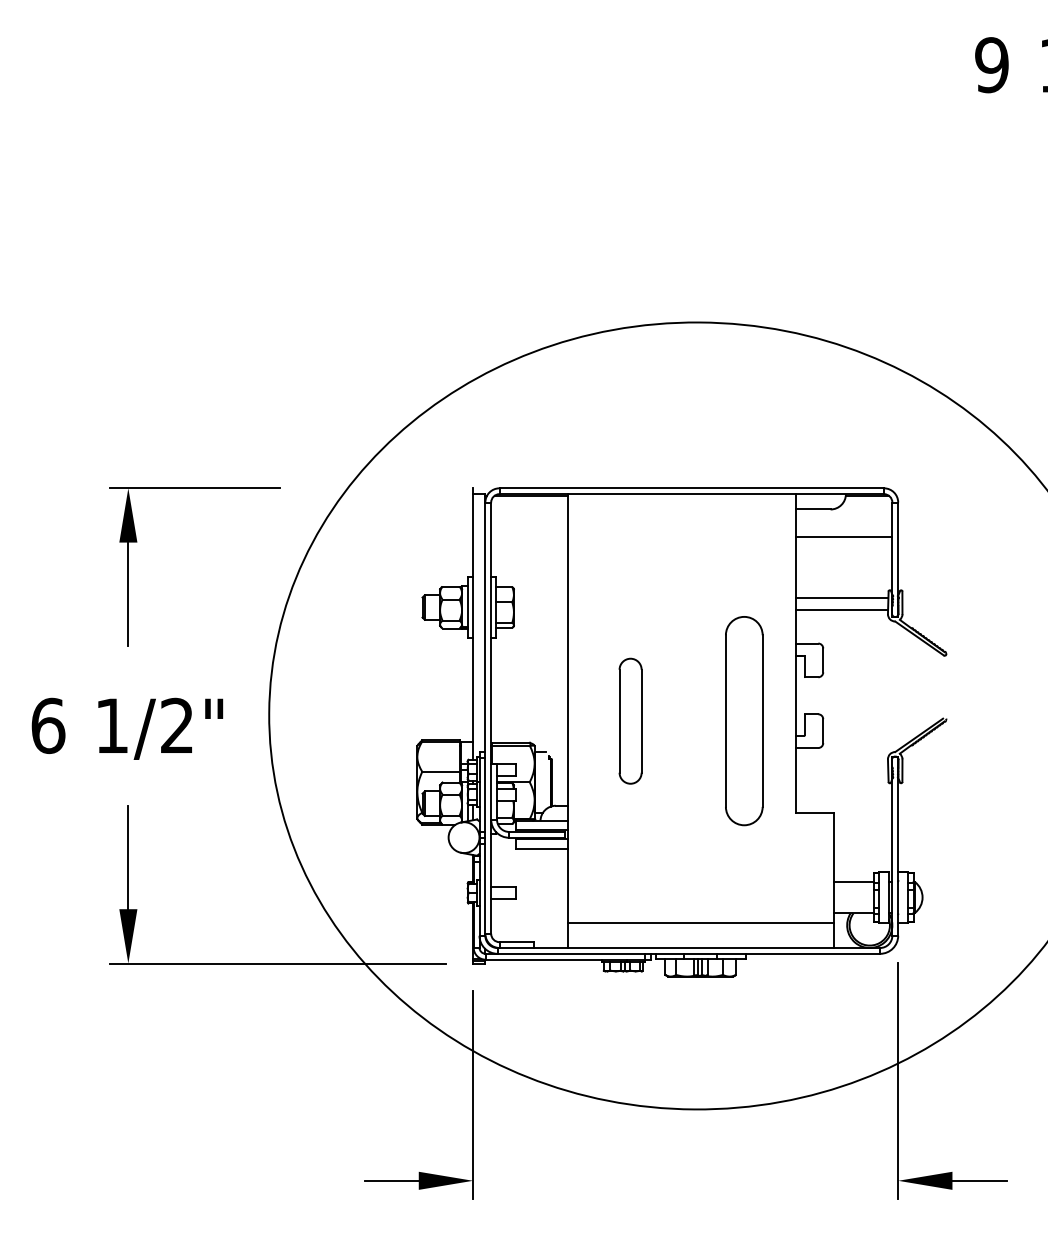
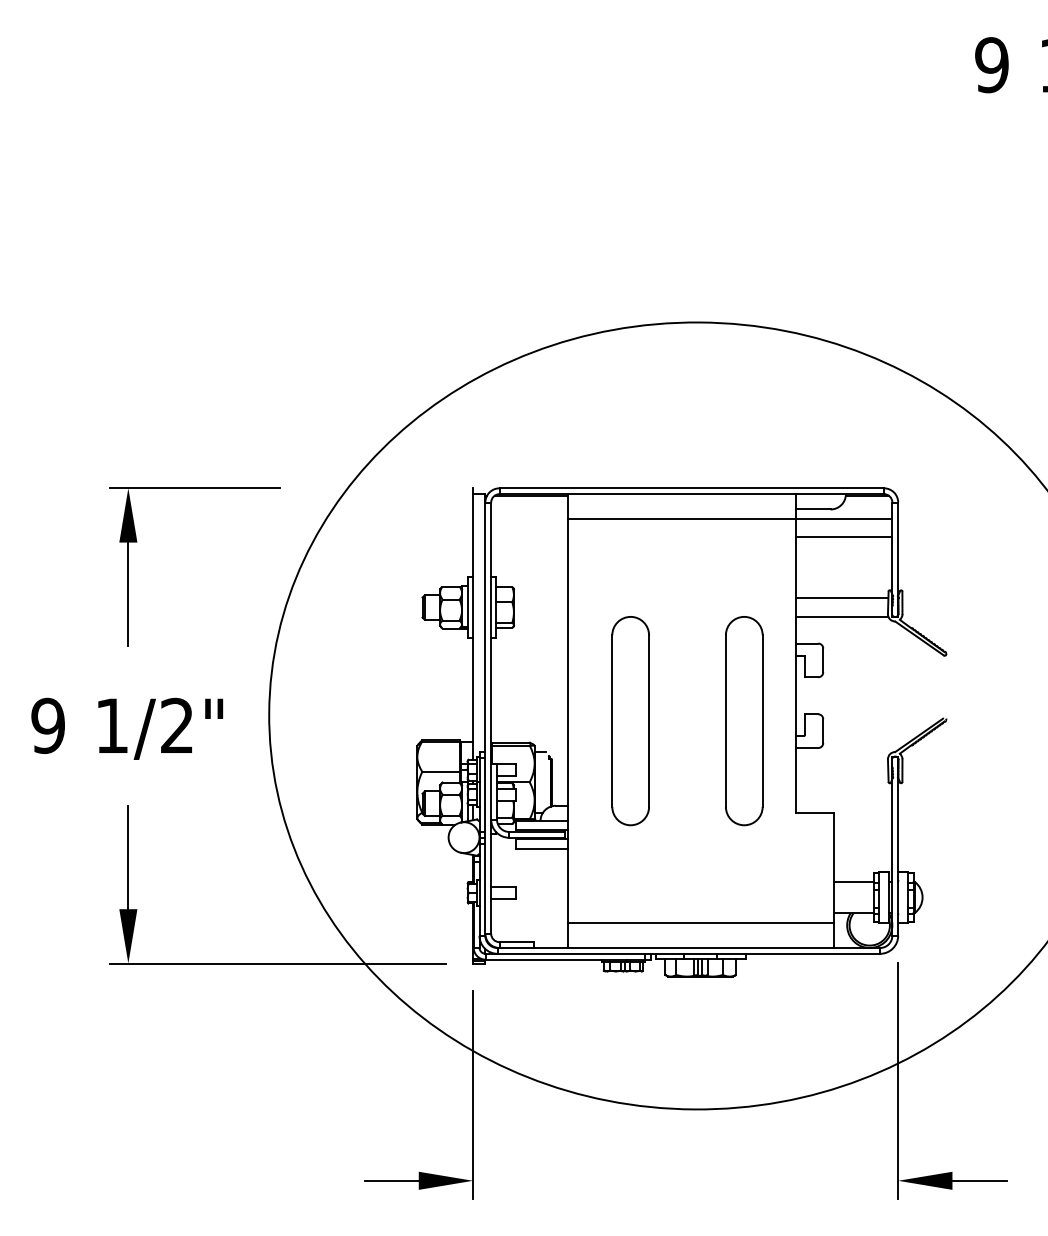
line at (729, 518): none -> present
line at (841, 609) position: (841, 609) -> (841, 616)
part at (630, 720) size: 25x128 px -> 39x211 px
text at (48, 725): 6 -> 9
